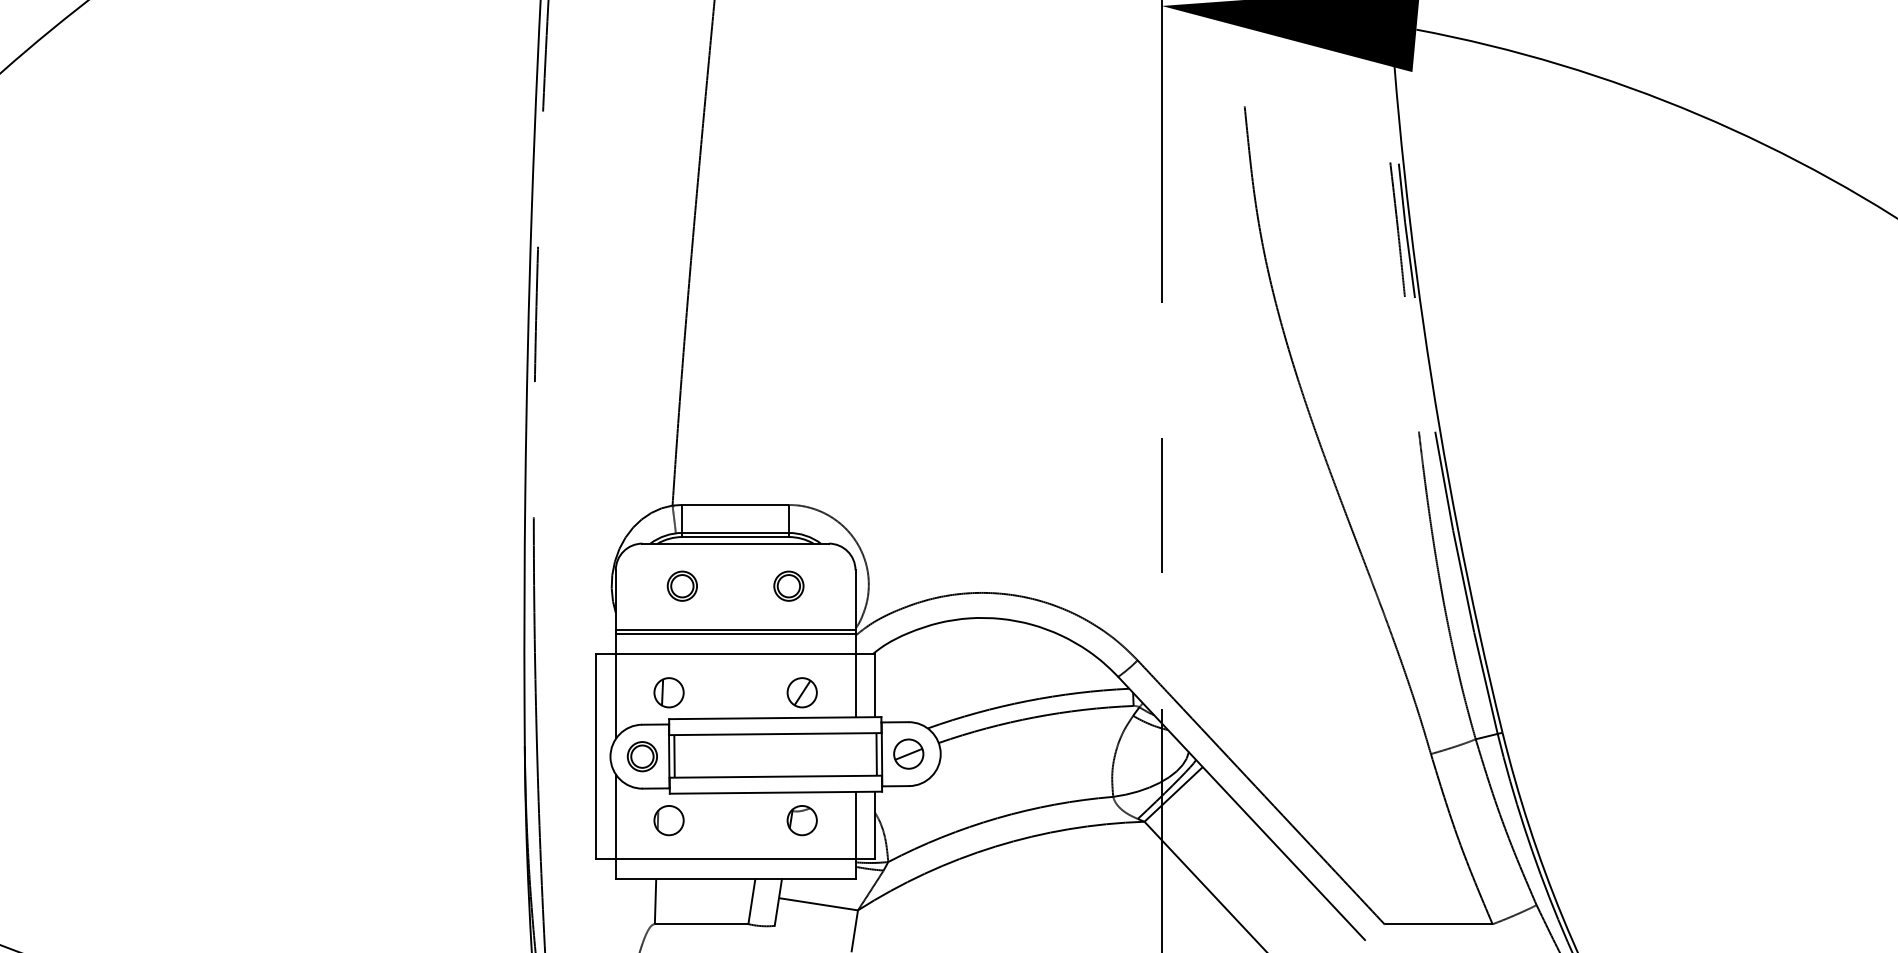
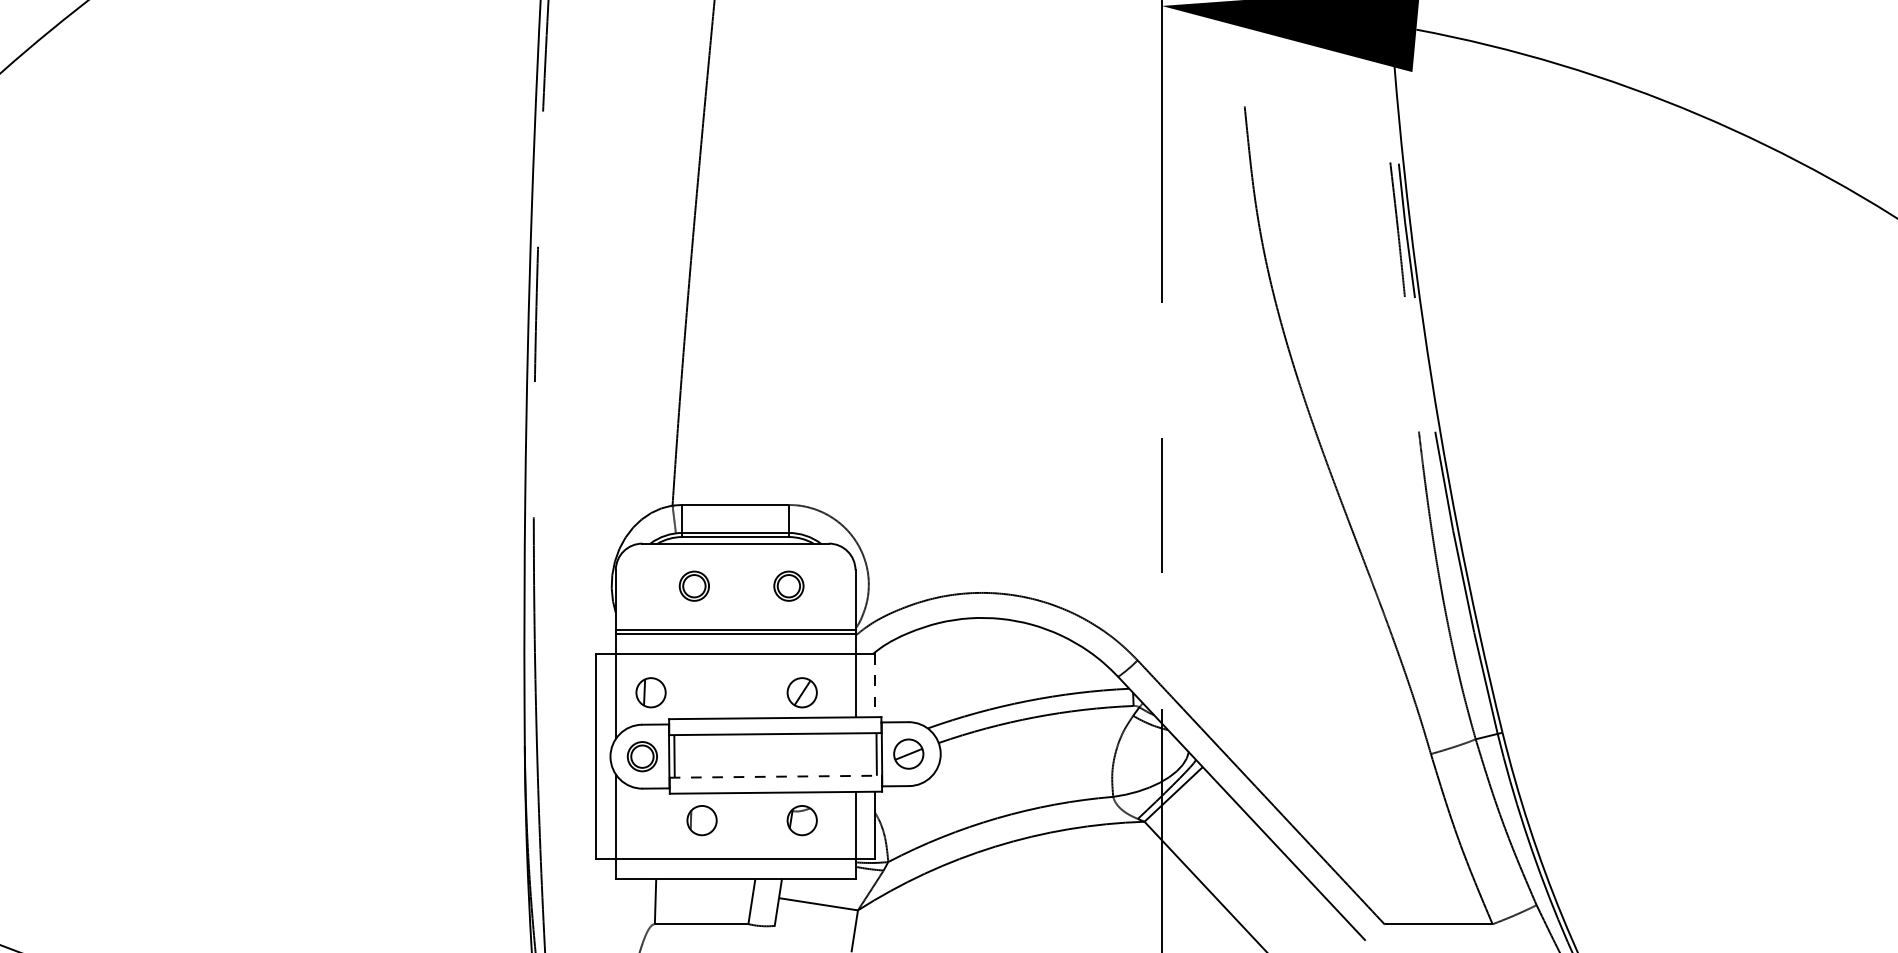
part at (681, 585) position: (681, 585) -> (693, 585)
line at (875, 685): solid -> dashed
part at (668, 692) position: (668, 692) -> (650, 692)
line at (776, 776): solid -> dashed
part at (668, 820) position: (668, 820) -> (701, 820)
